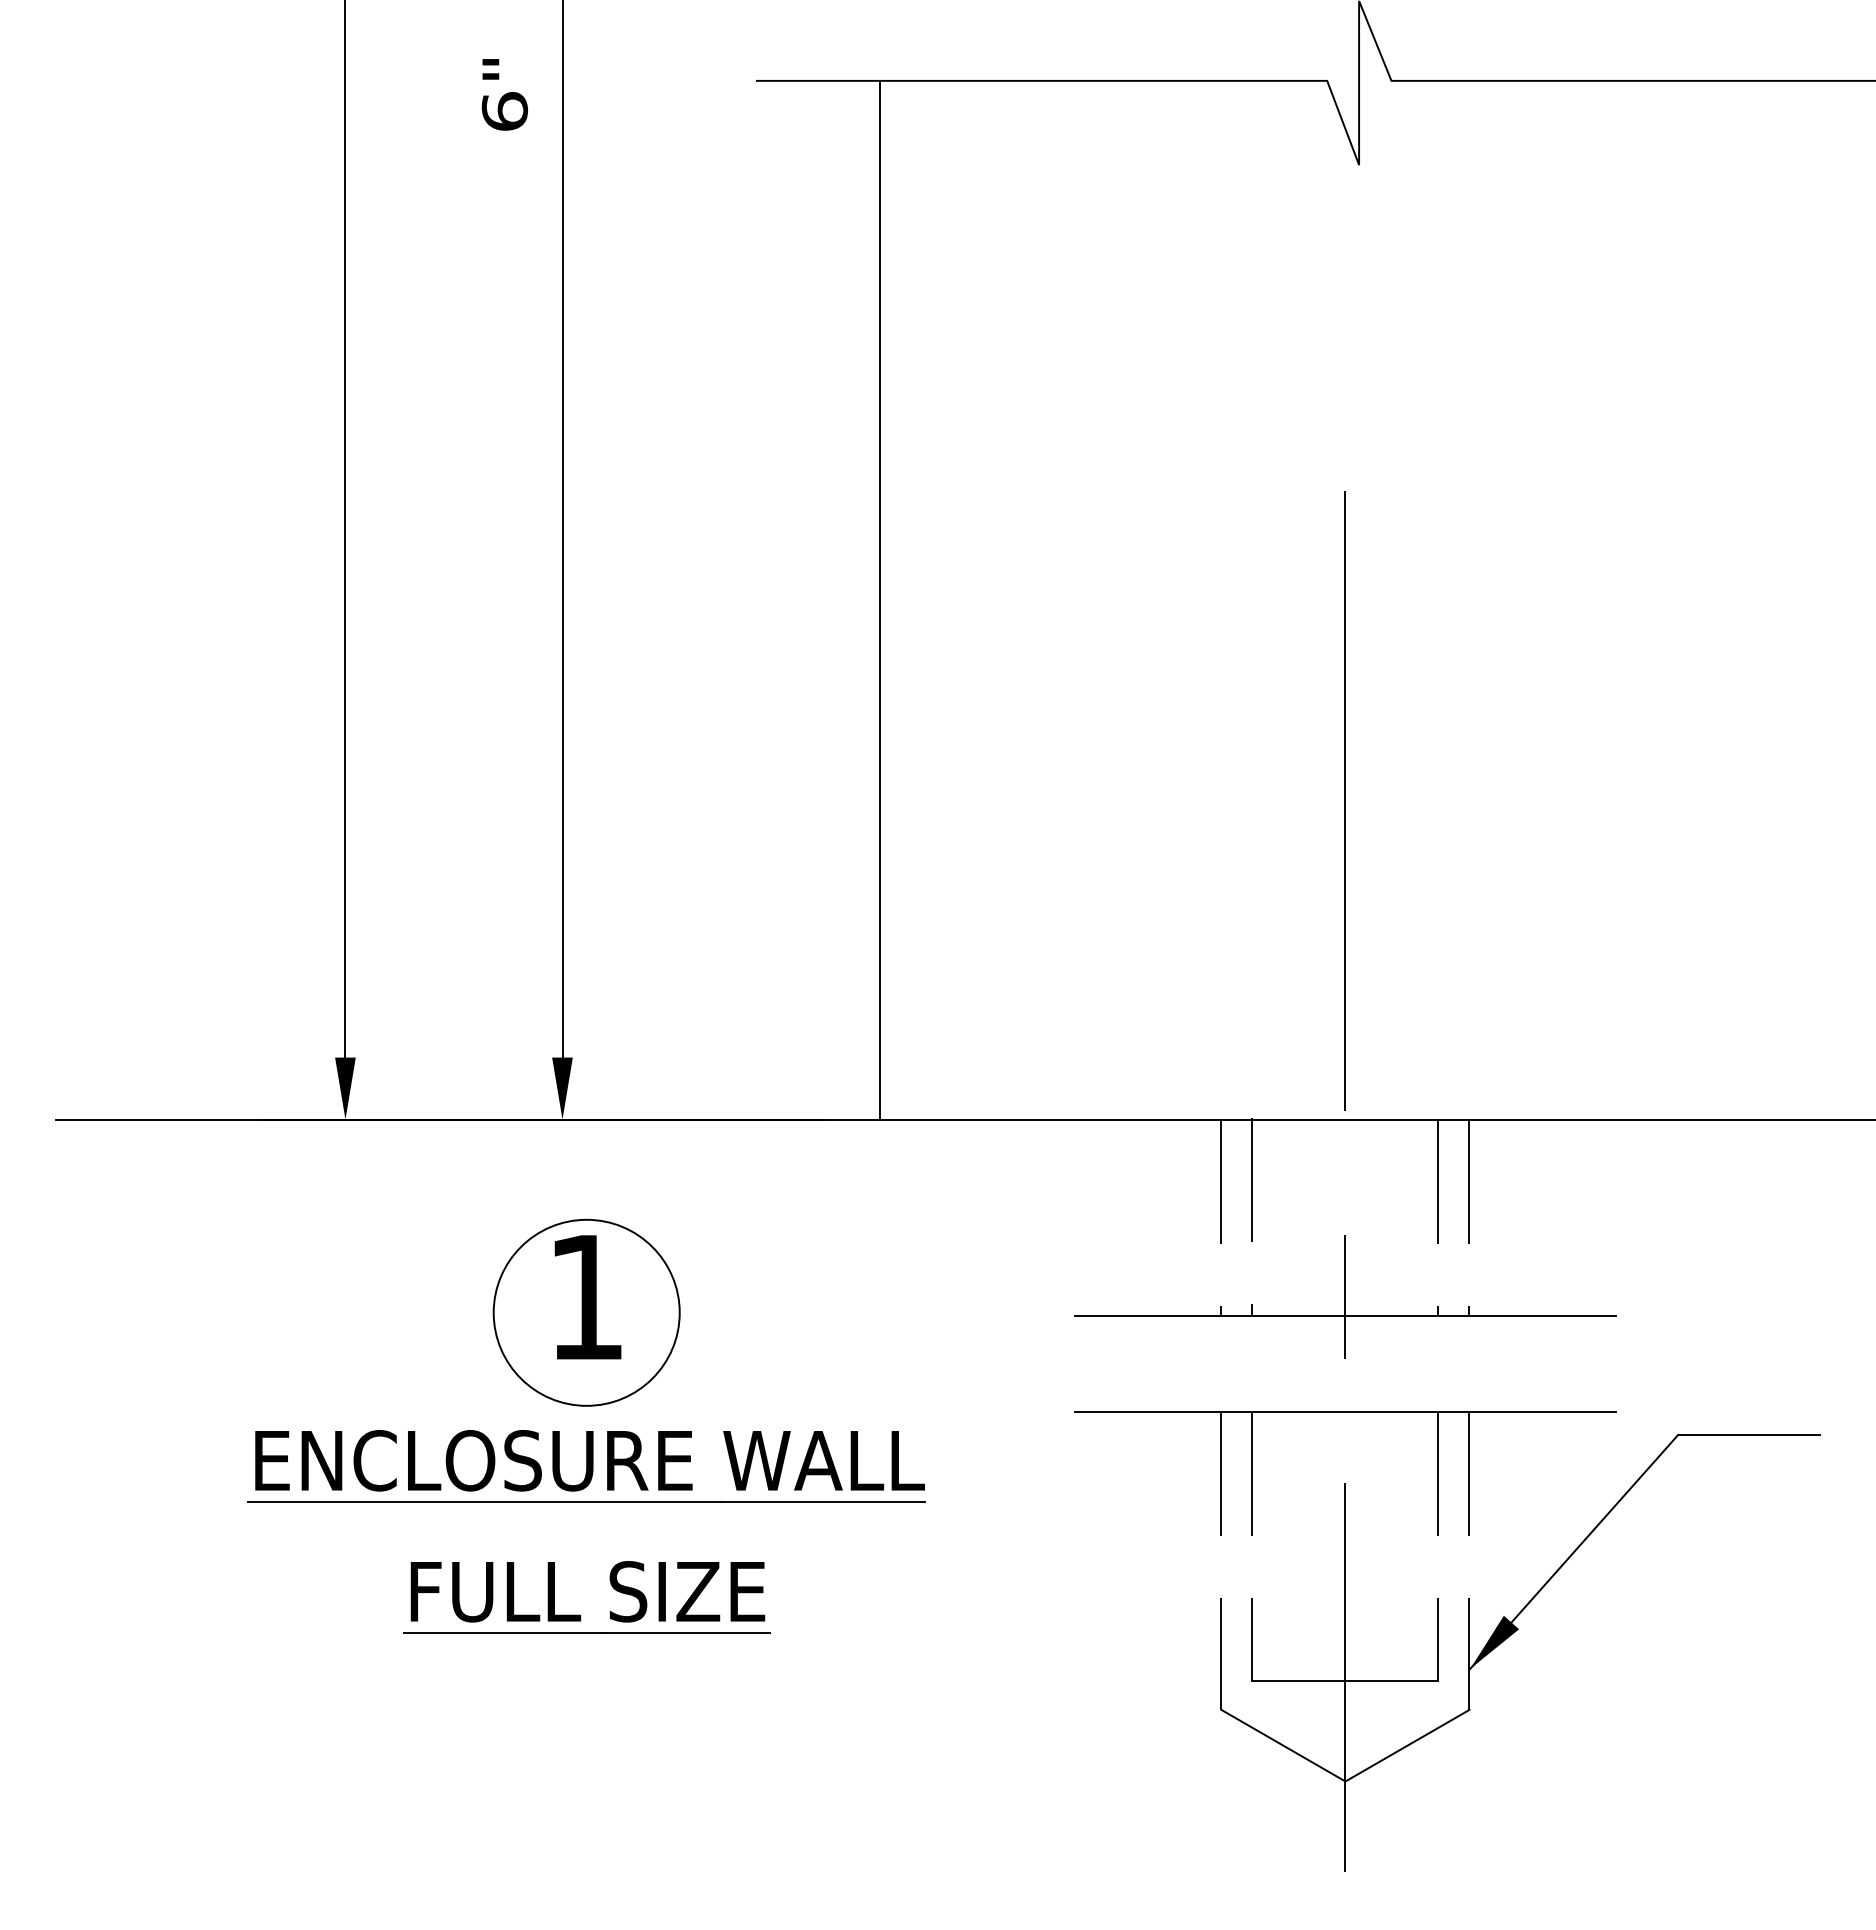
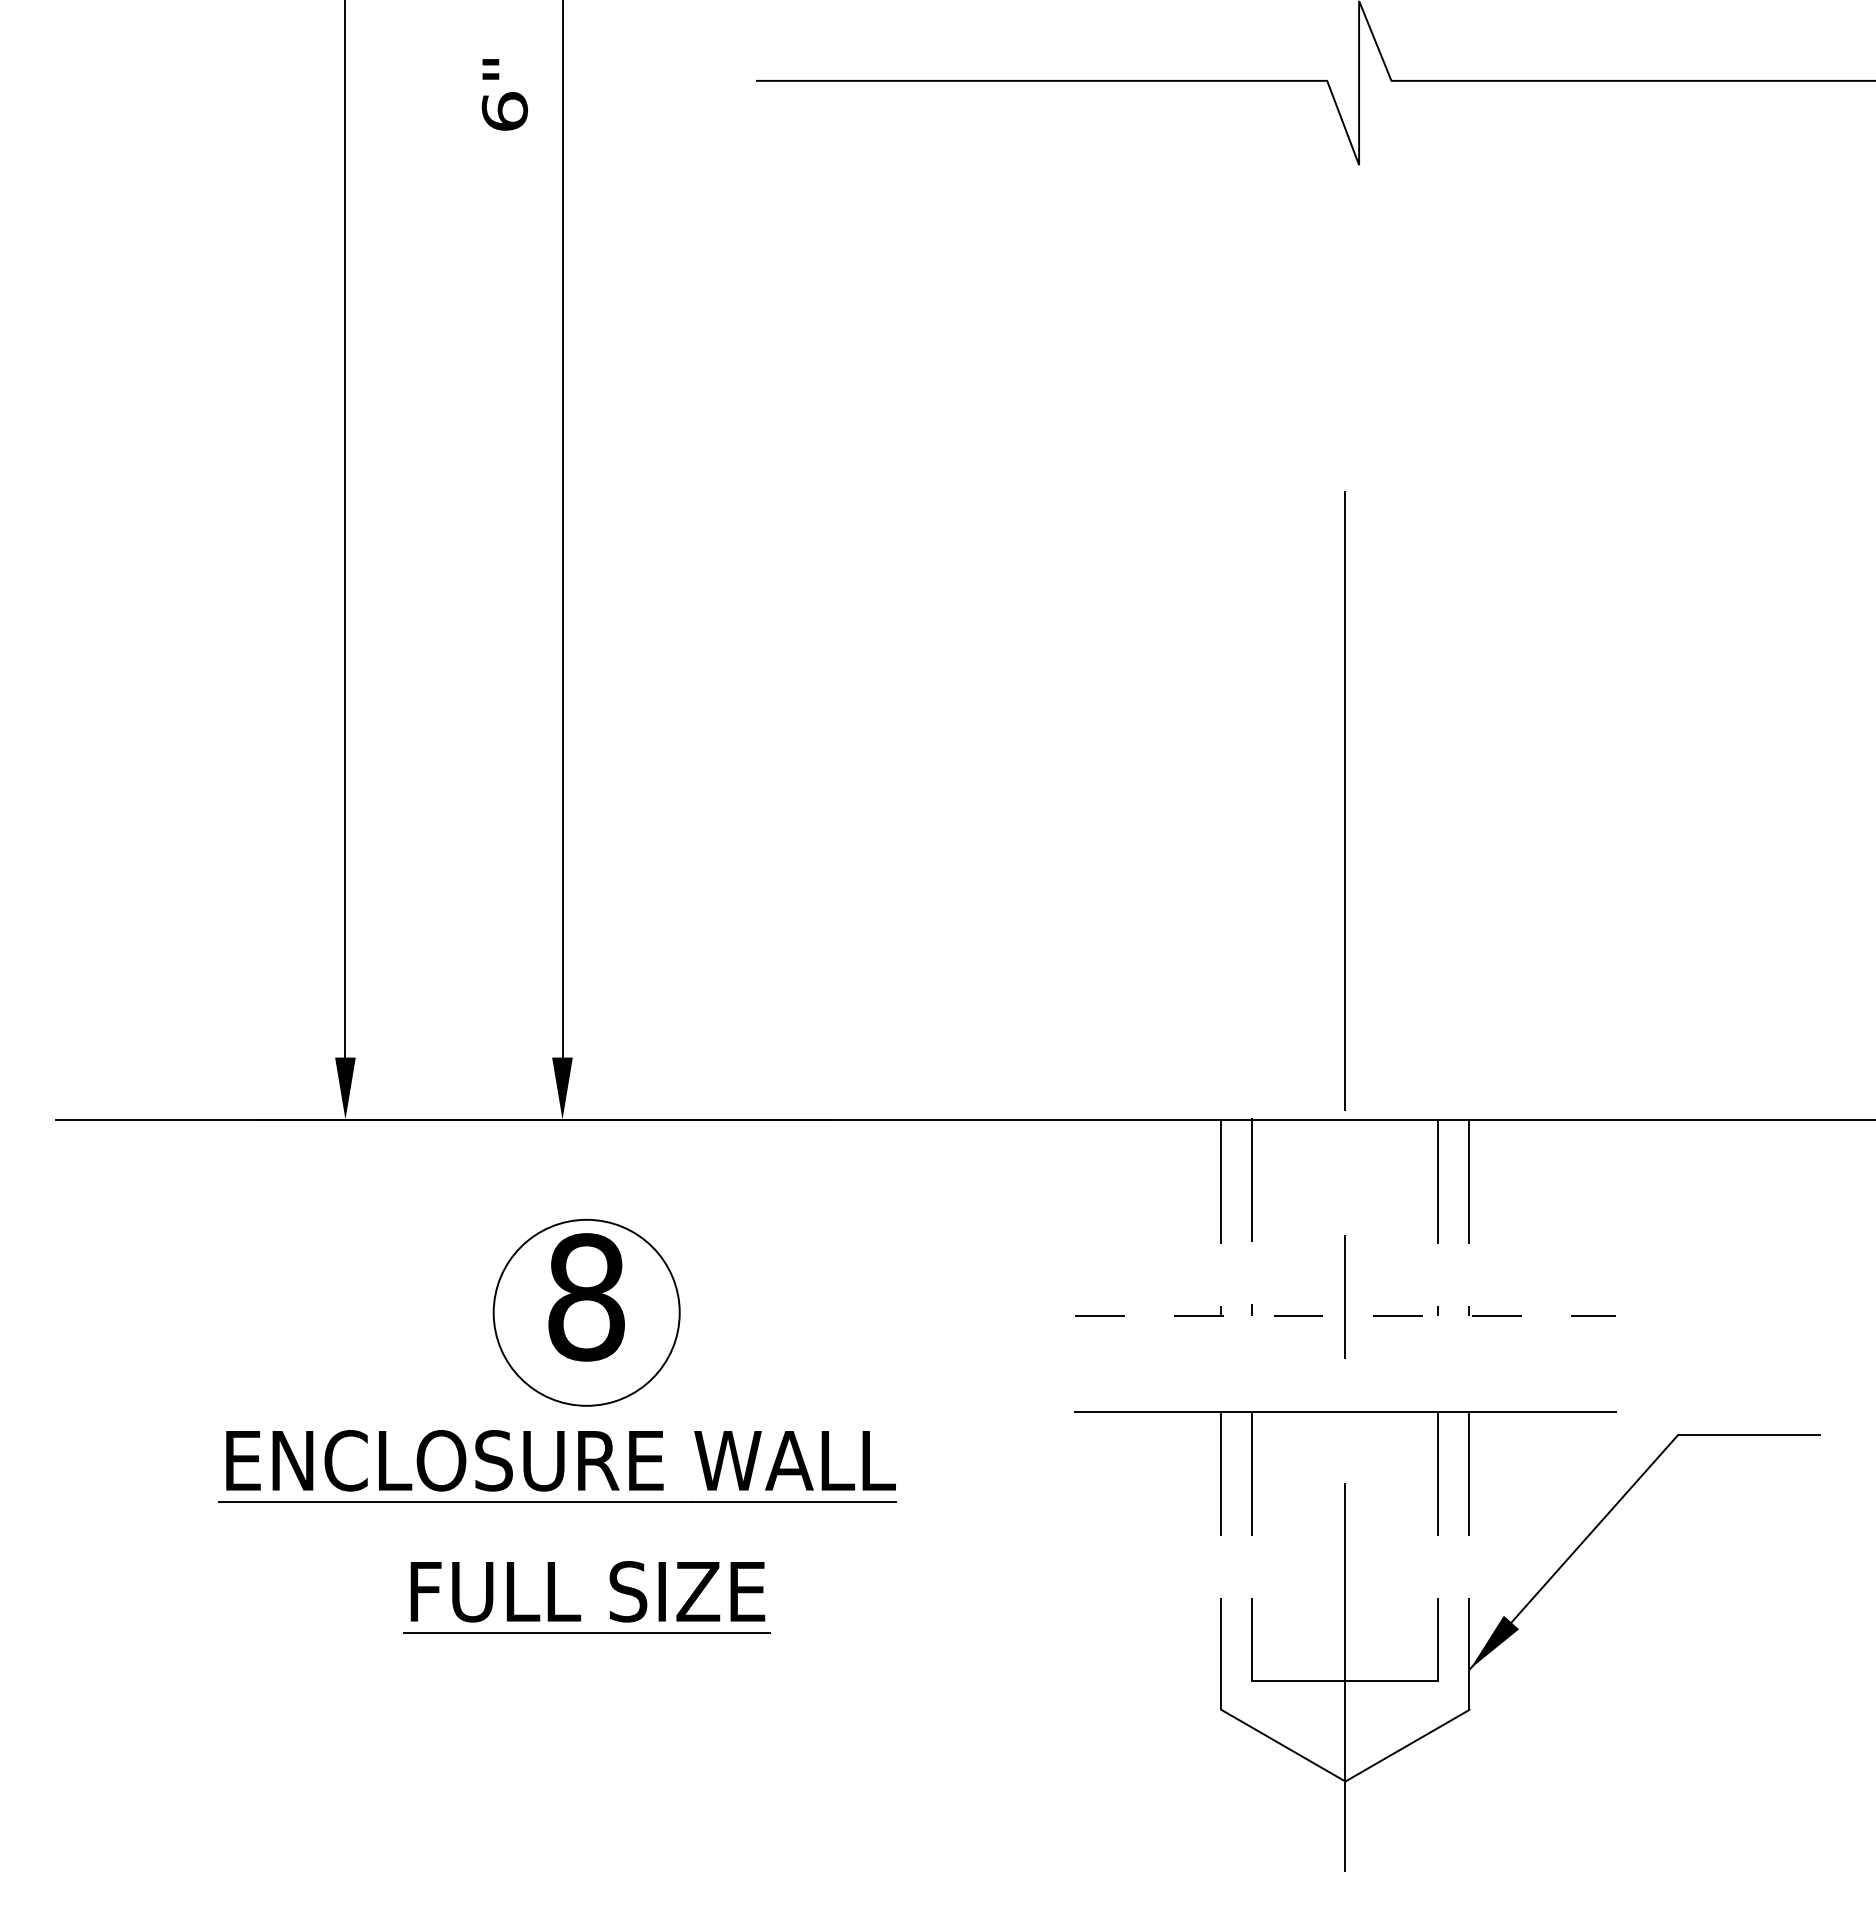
line at (879, 599): present -> none
text at (586, 1297): 1 -> 8
line at (1345, 1315): solid -> dashed
part at (586, 1466) position: (586, 1466) -> (557, 1466)
